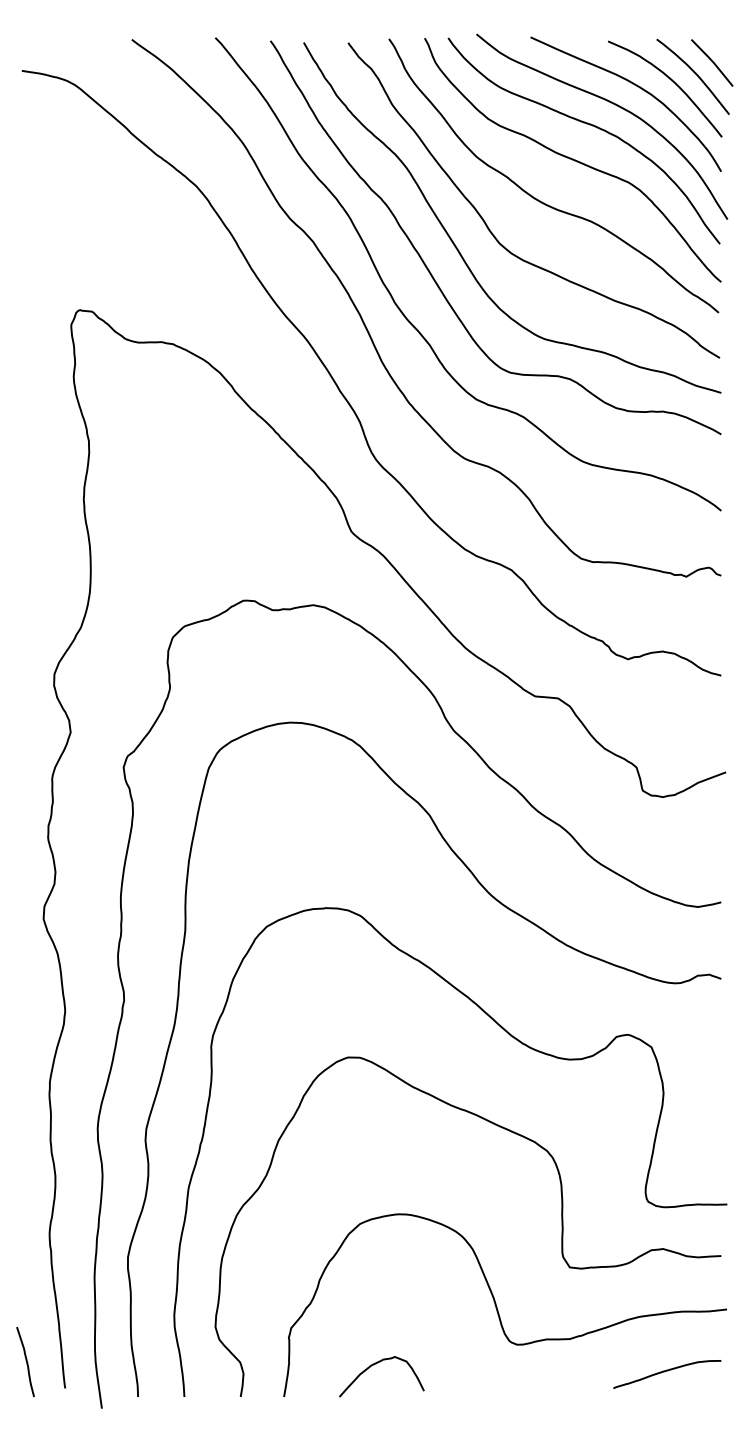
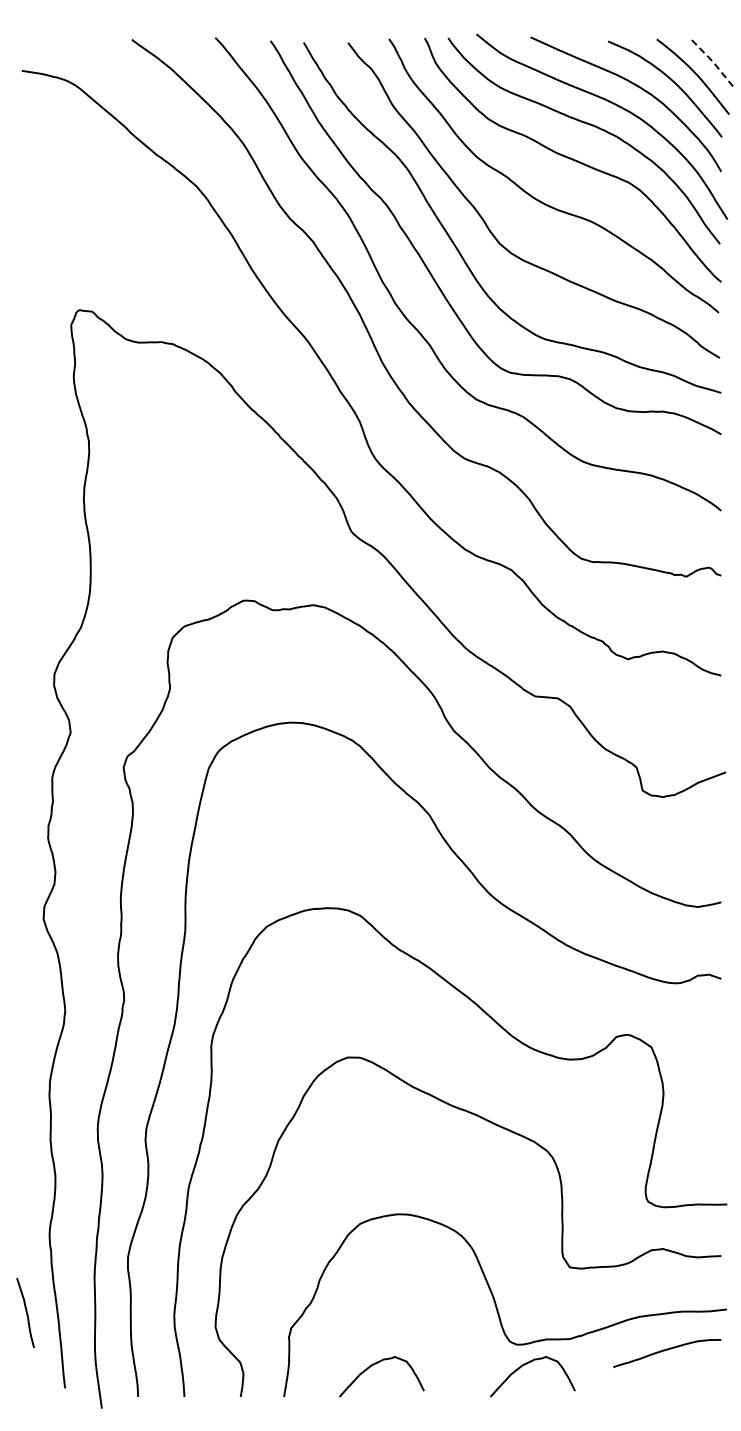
line at (713, 62): solid -> dashed
curve at (26, 1362) position: (26, 1362) -> (26, 1313)
curve at (527, 1364): none -> present
curve at (667, 1371) position: (667, 1371) -> (667, 1350)
